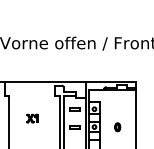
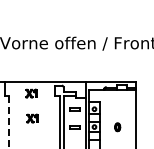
part at (31, 93): none -> present
line at (8, 122): solid -> dashed
